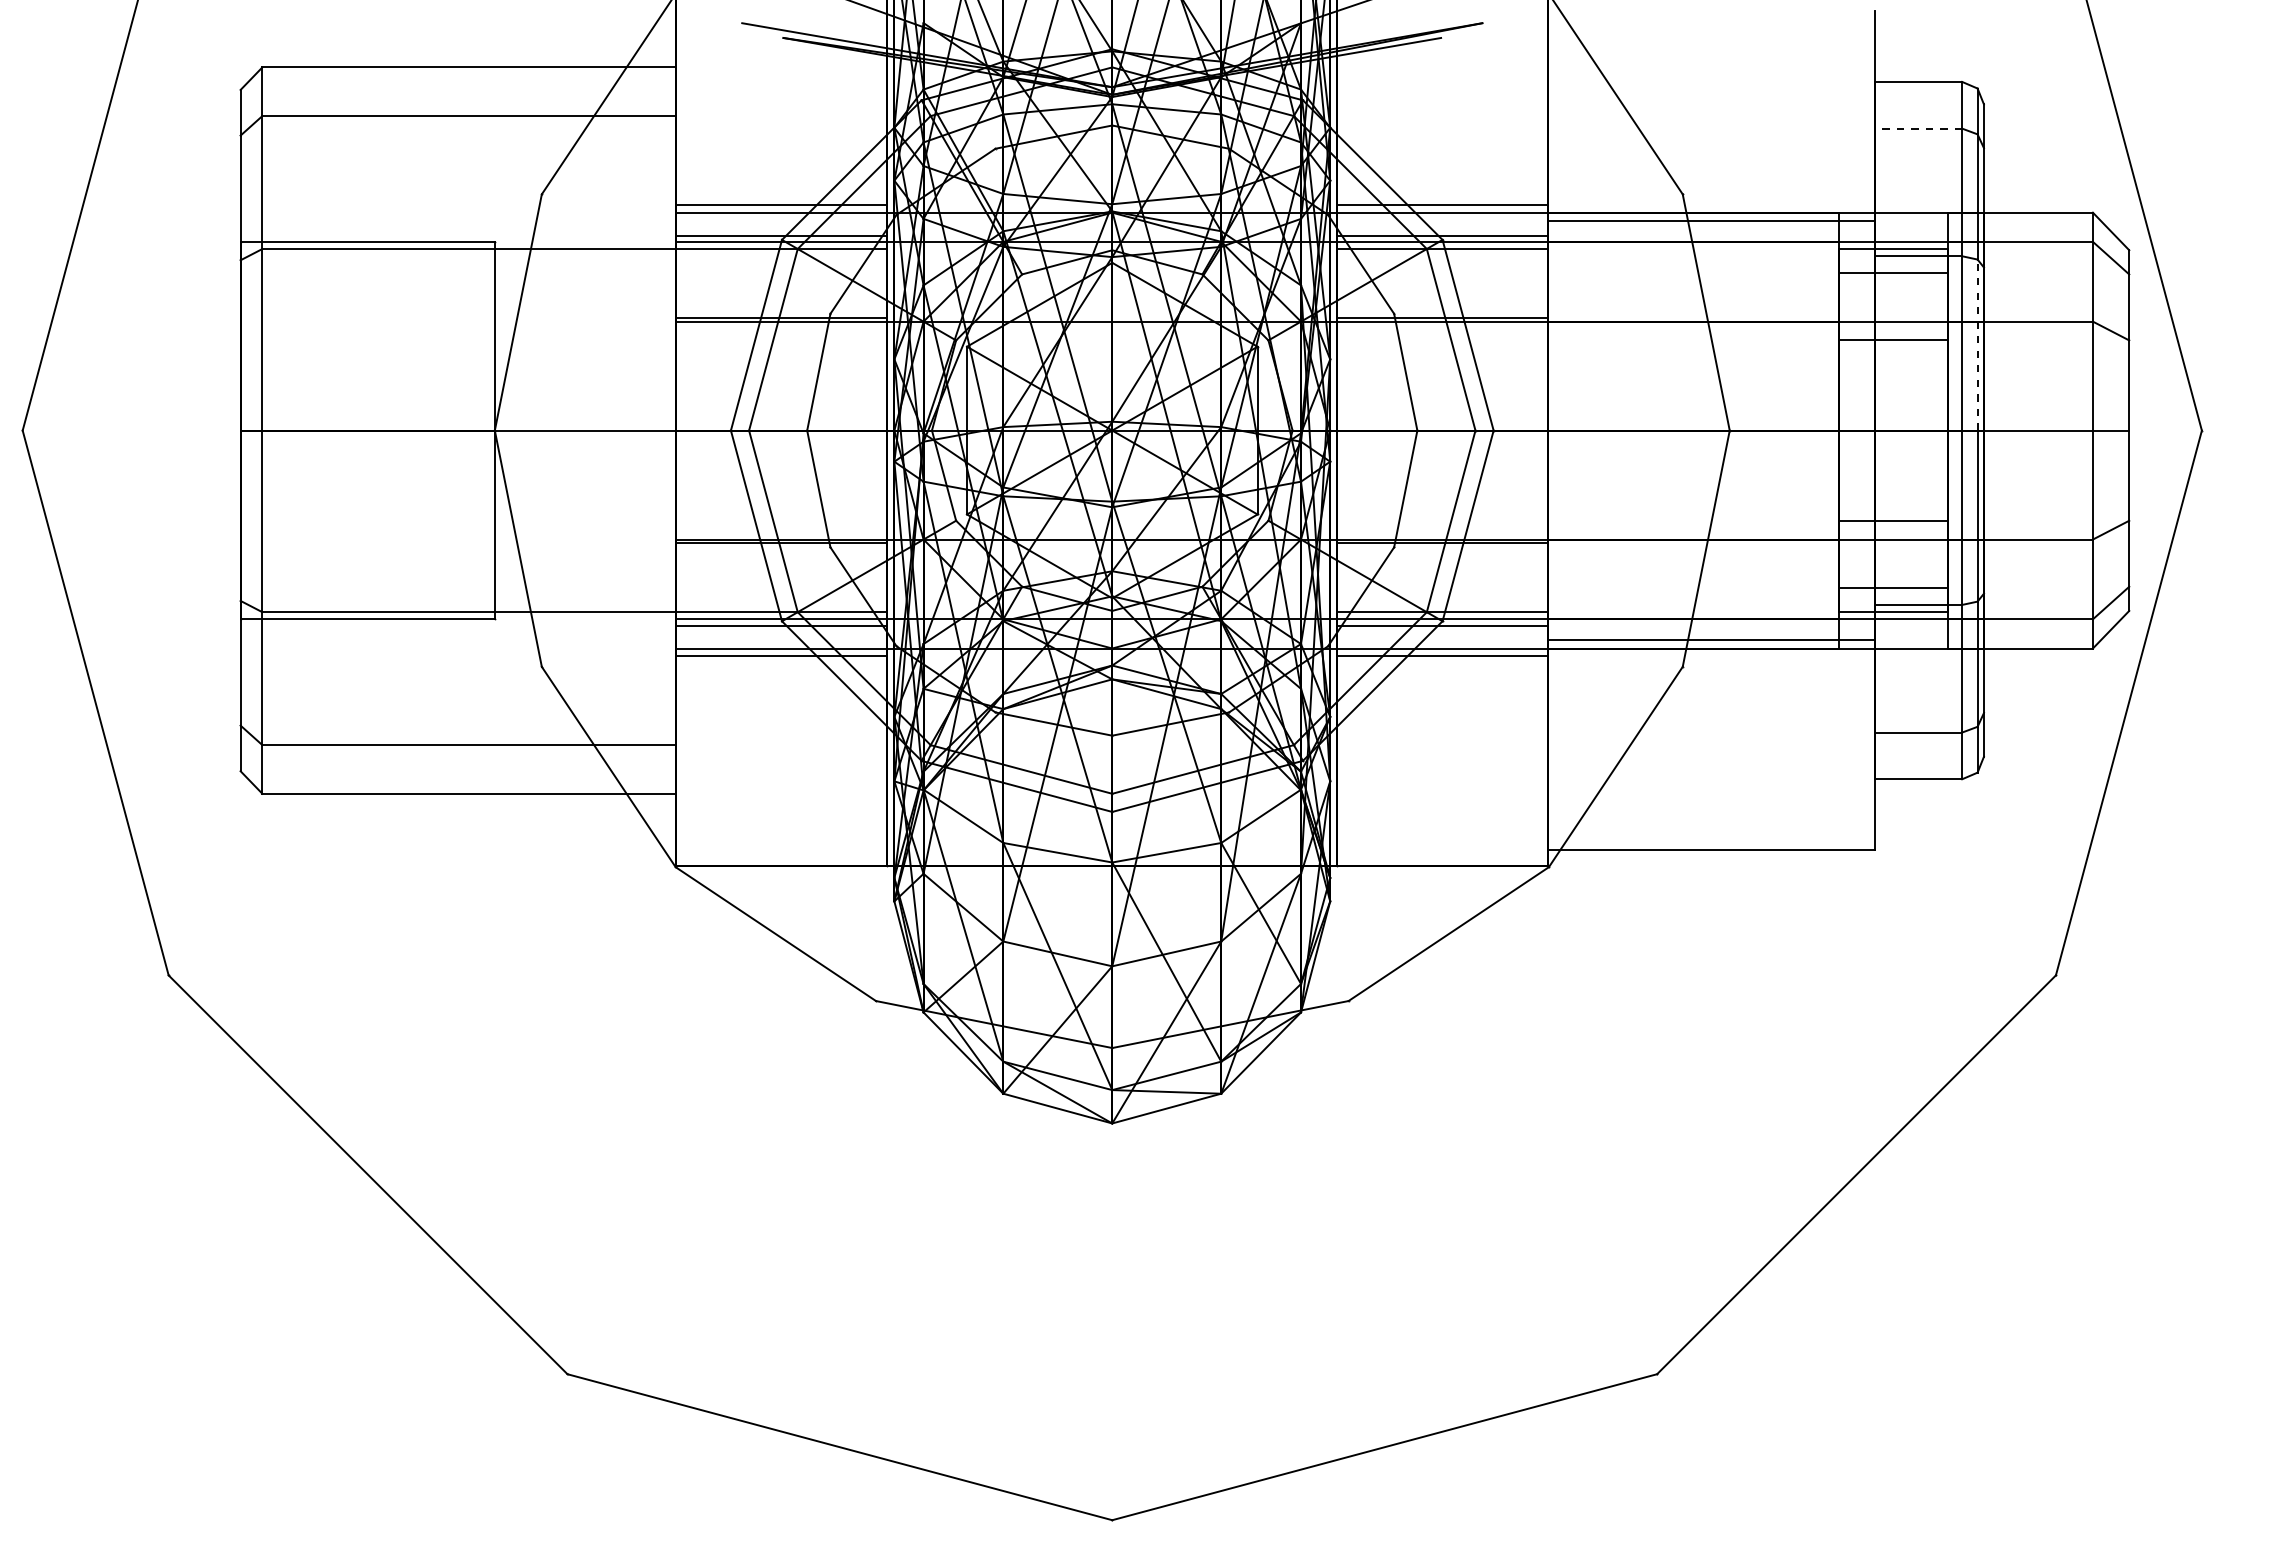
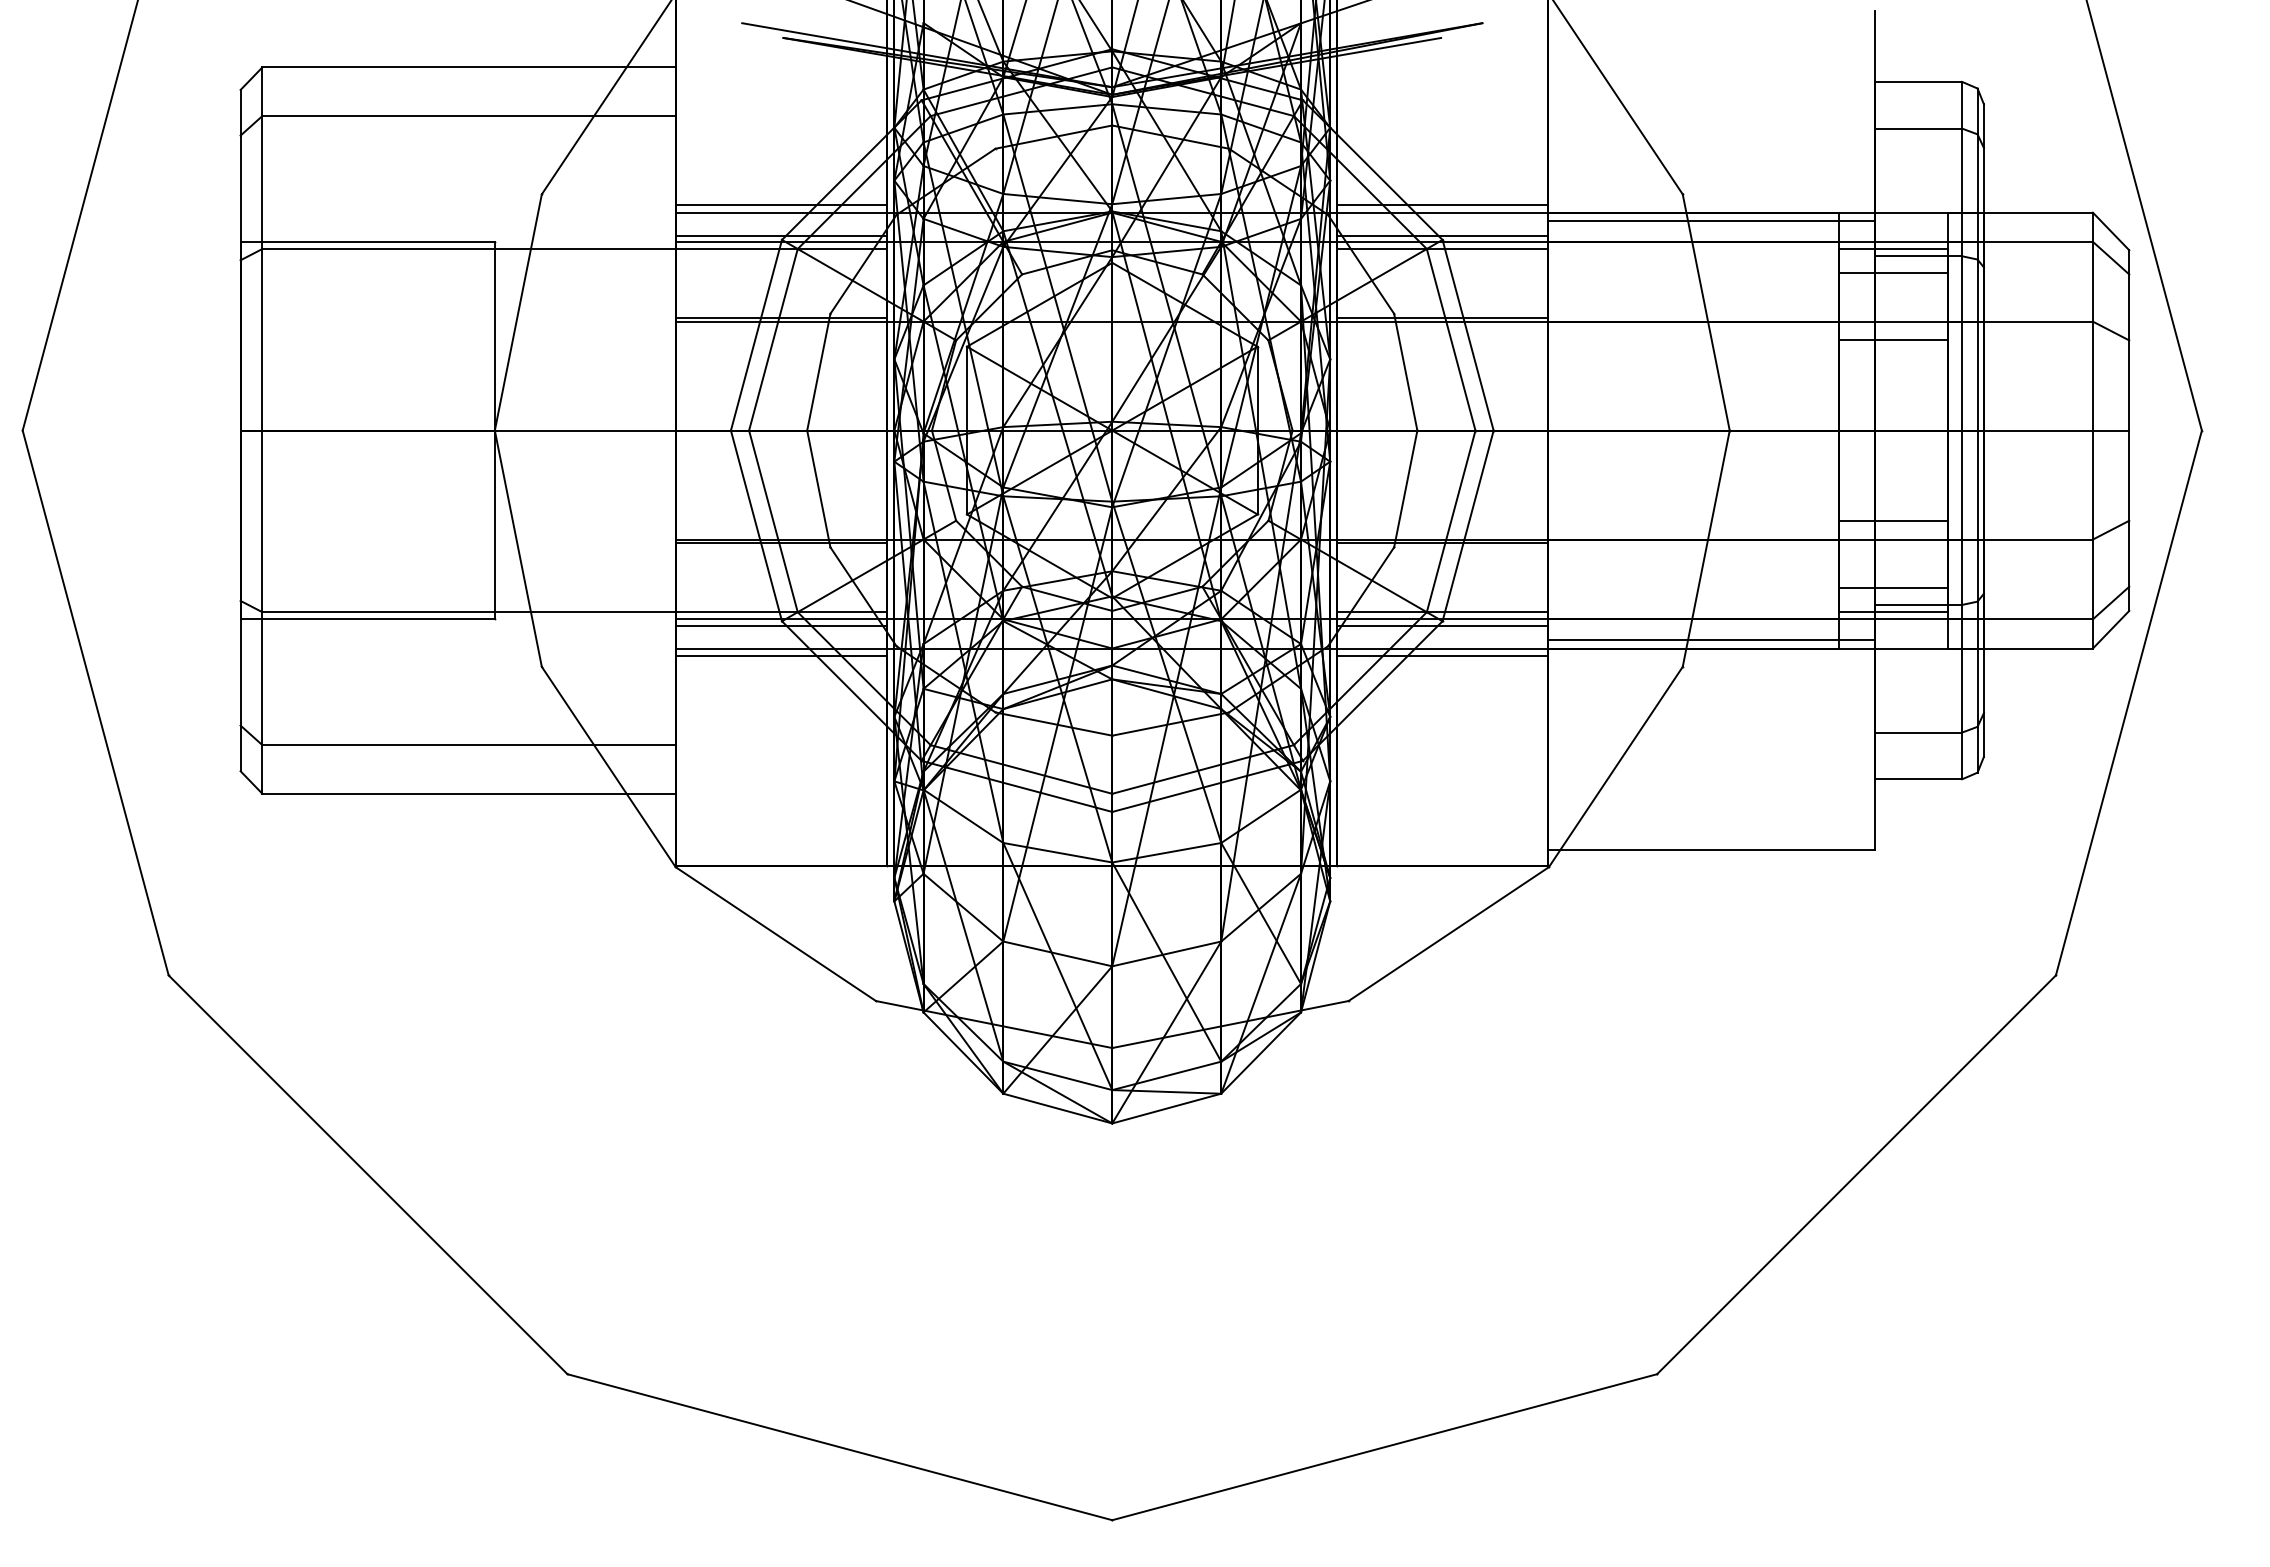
line at (1918, 128): dashed -> solid
line at (1977, 345): dashed -> solid
